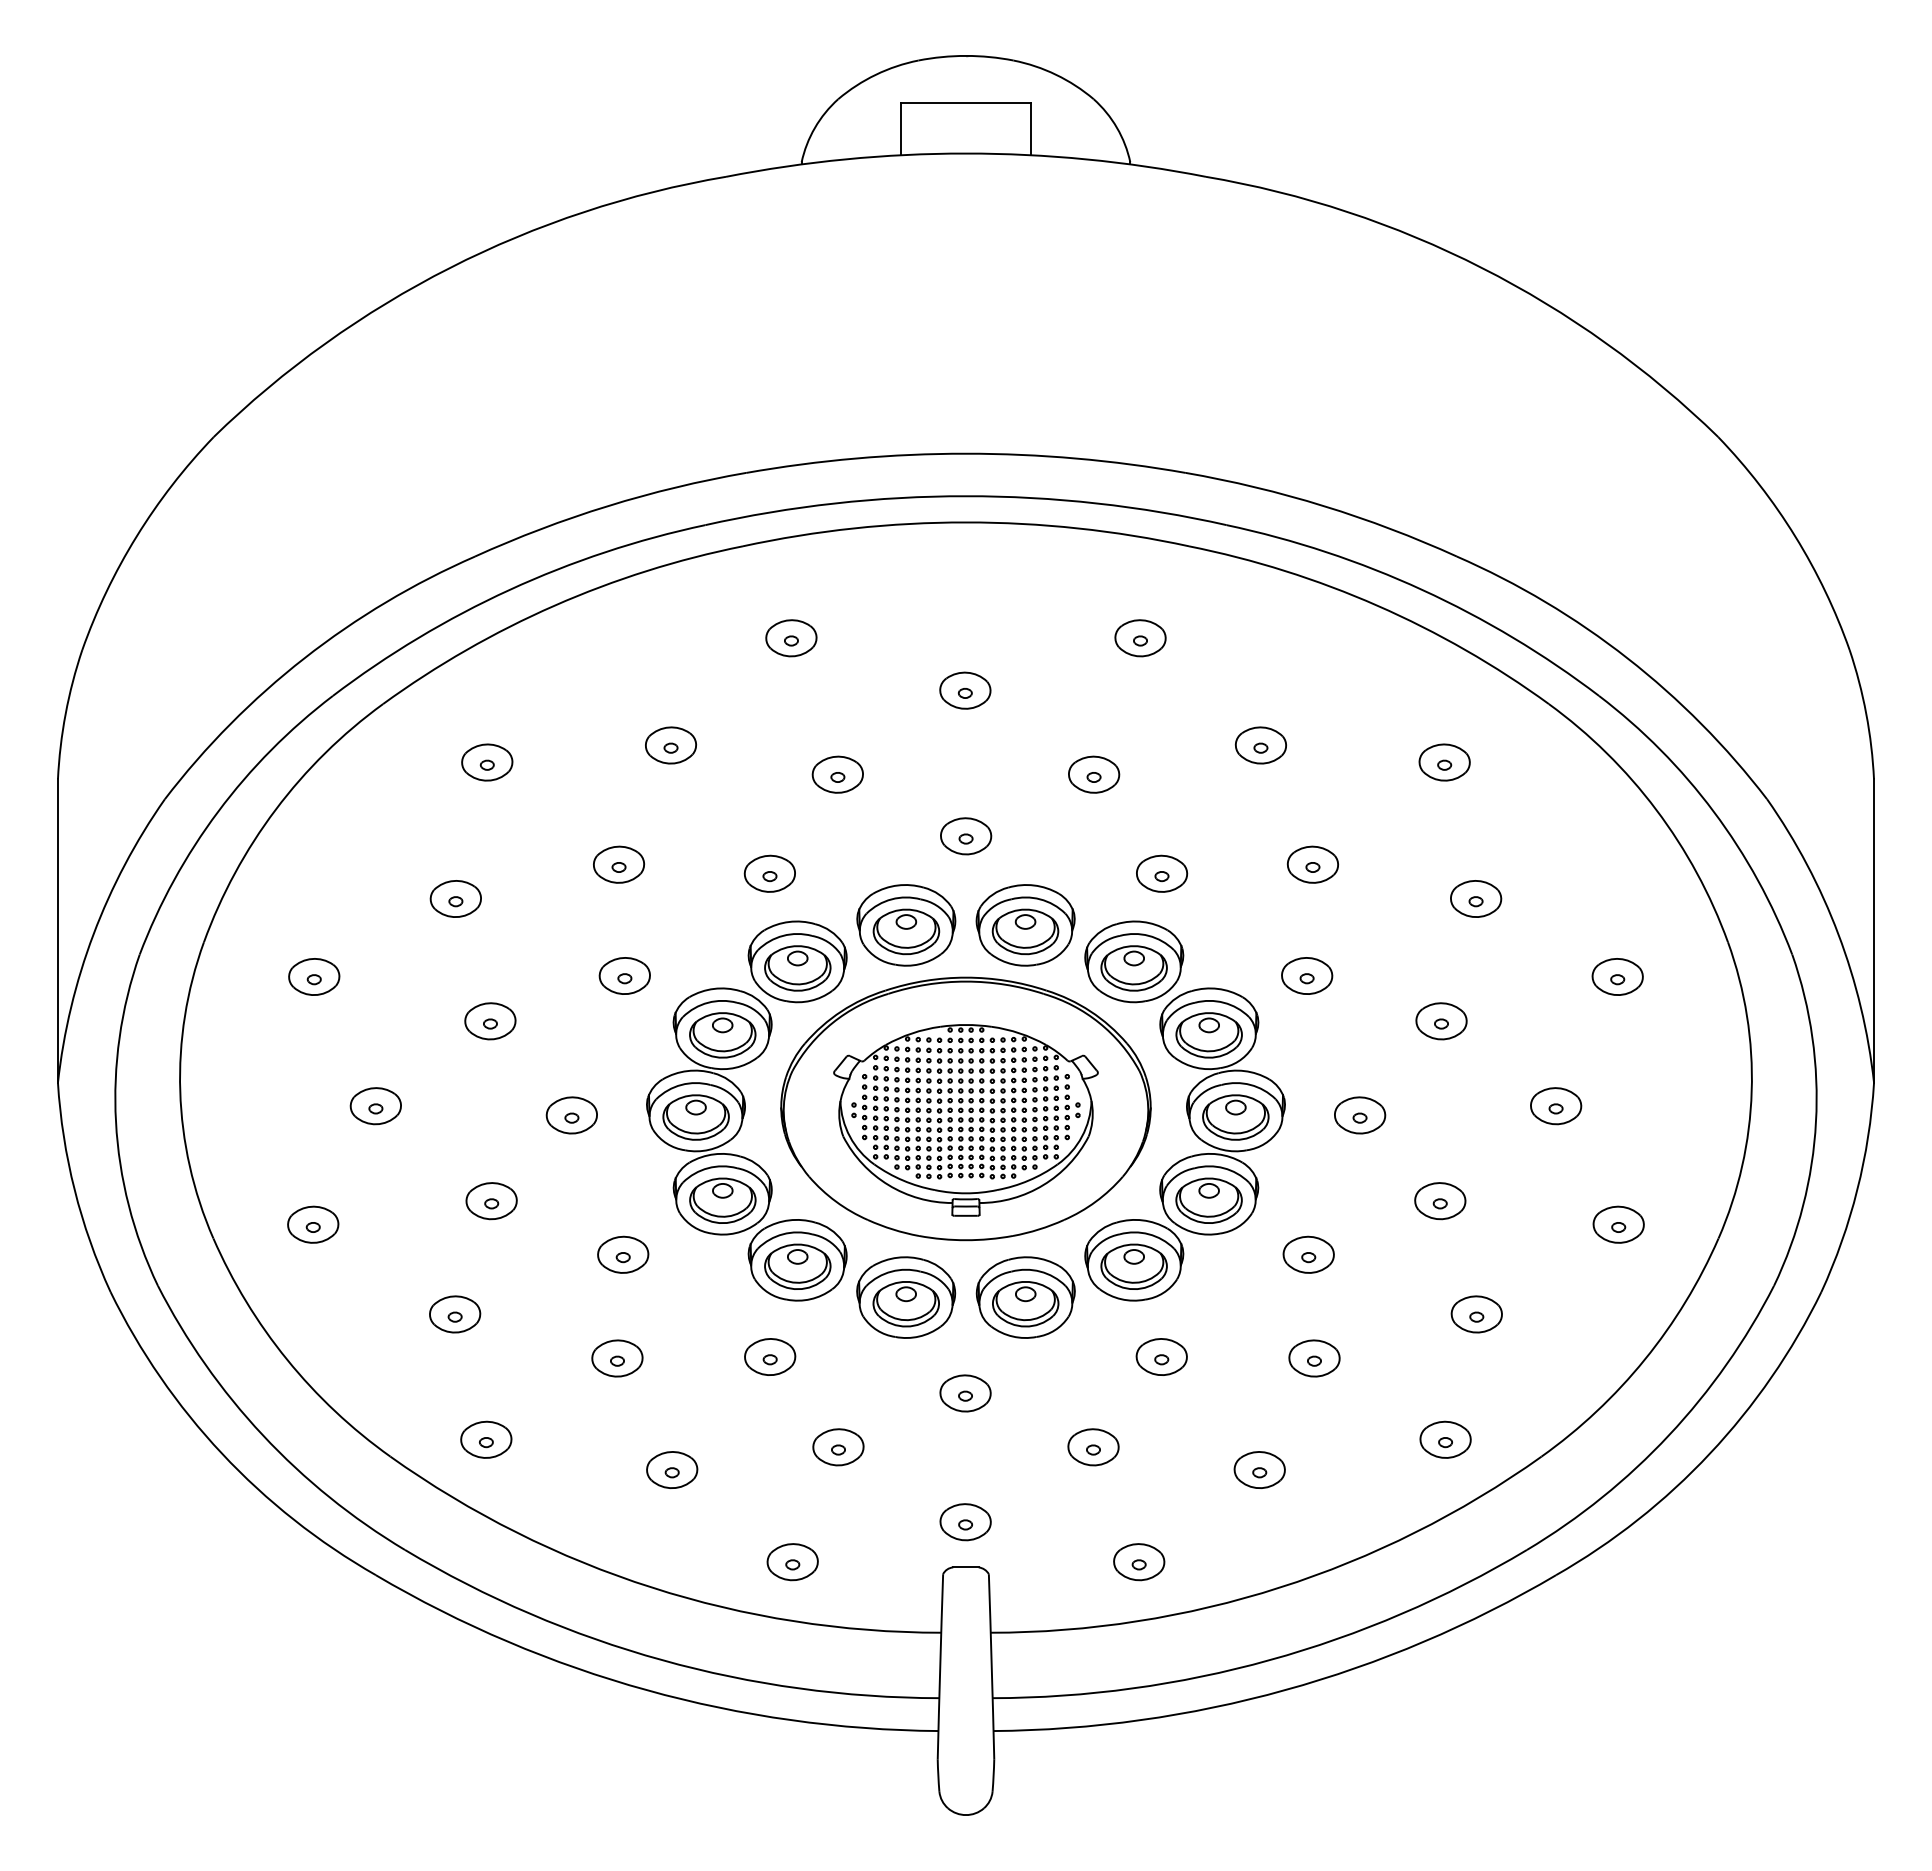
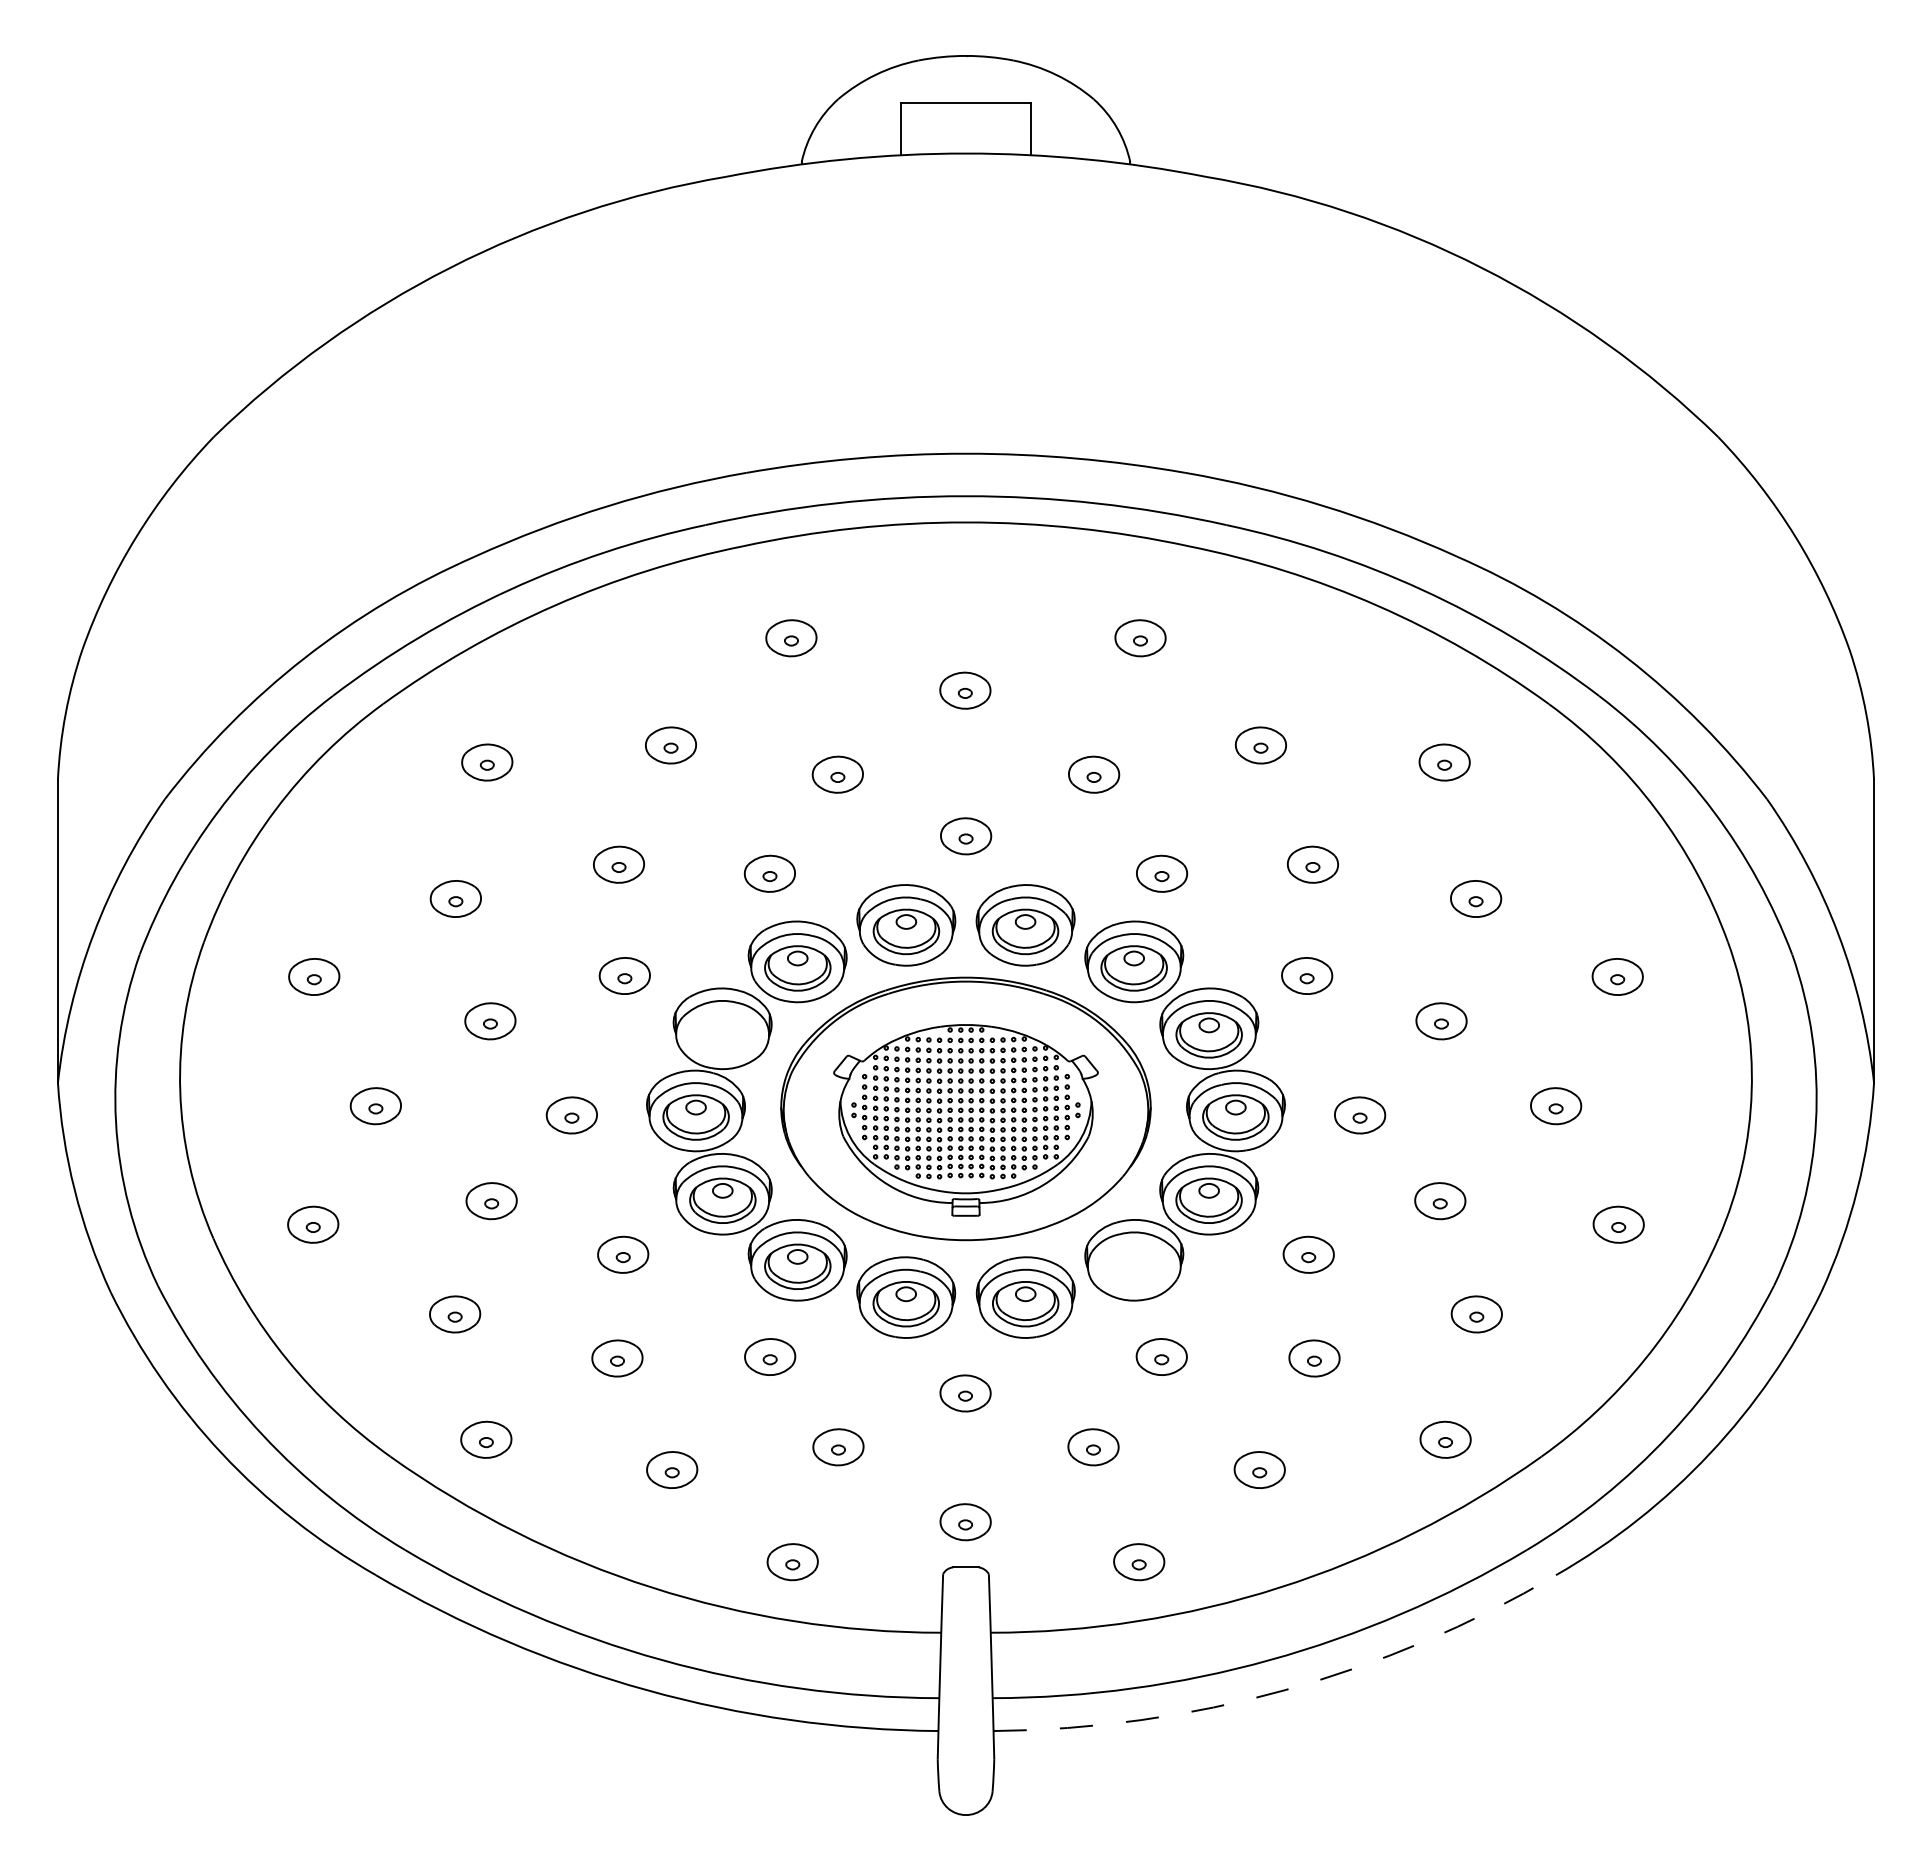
part at (722, 1035): present -> none
part at (1133, 1266): present -> none
arc at (1285, 1690): solid -> dashed
